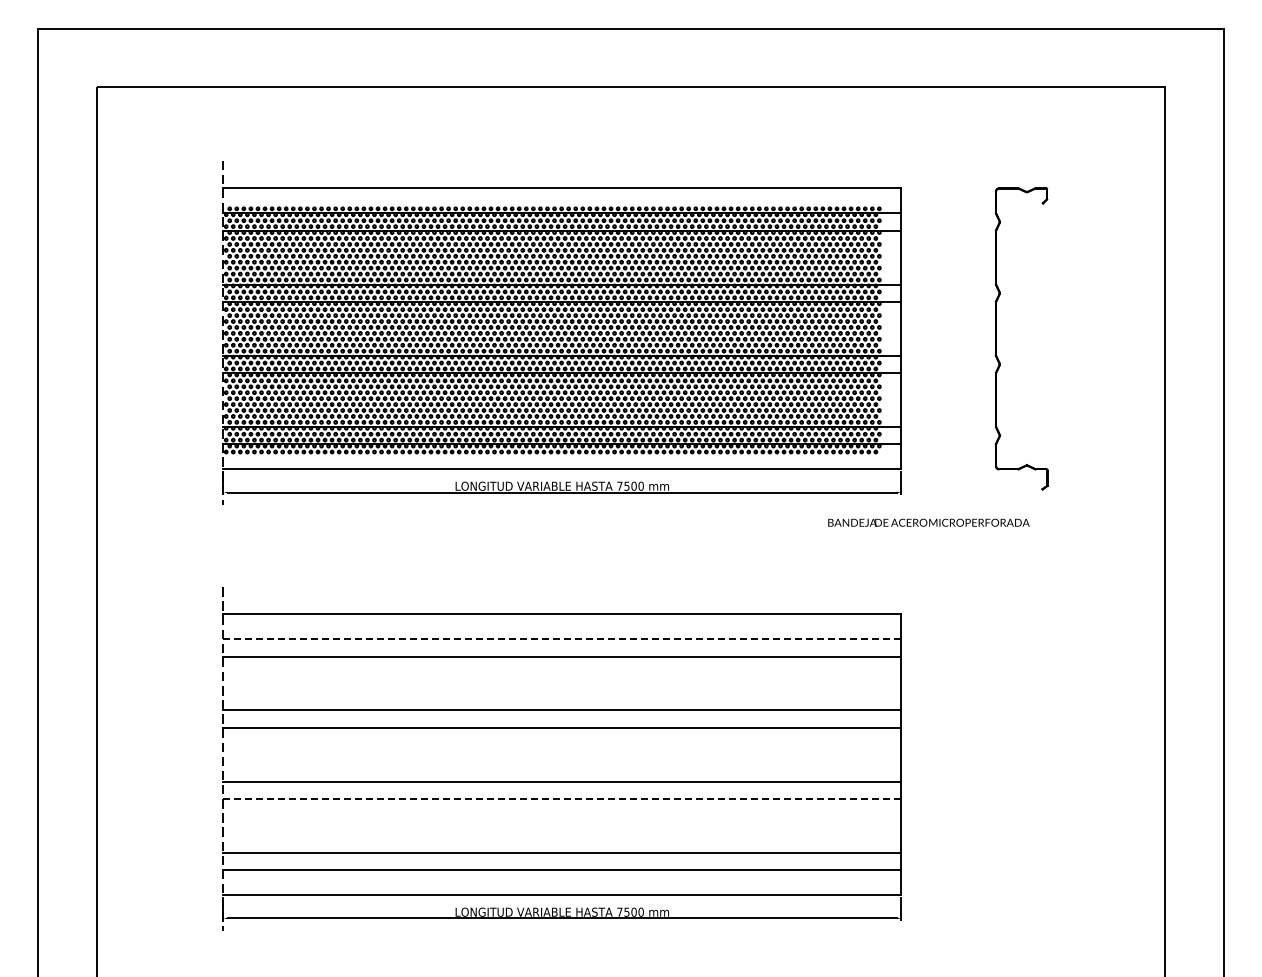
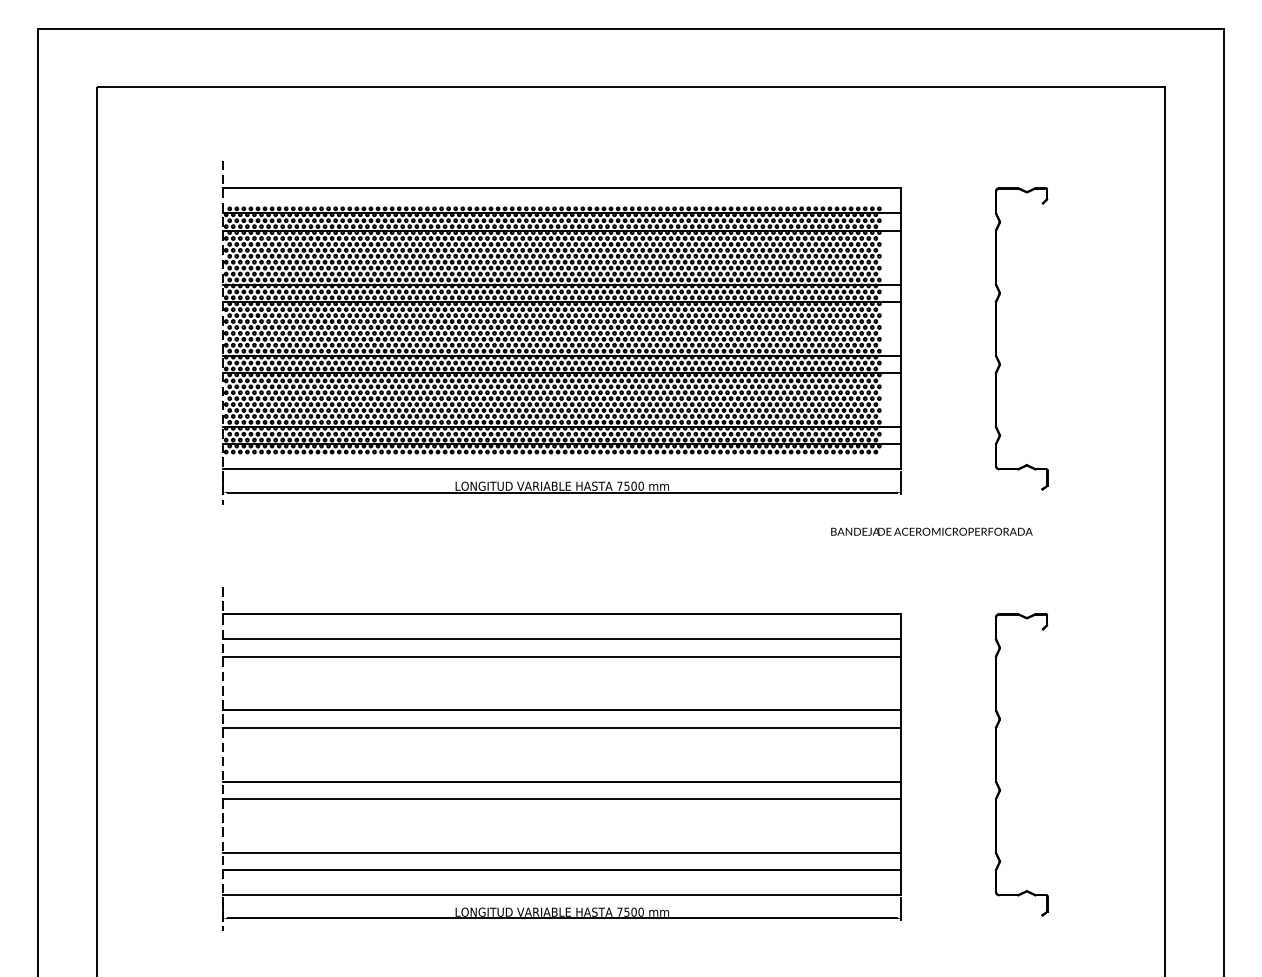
text at (928, 522) position: (928, 522) -> (931, 531)
line at (562, 639): dashed -> solid
part at (996, 764): none -> present
line at (562, 799): dashed -> solid
